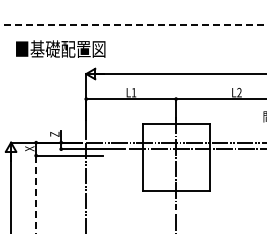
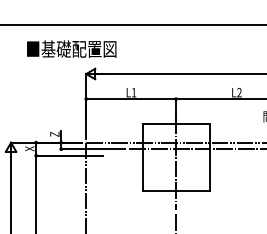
line at (133, 24): dashed -> solid
text at (60, 48) position: (60, 48) -> (71, 48)
line at (36, 194): dashed -> solid
